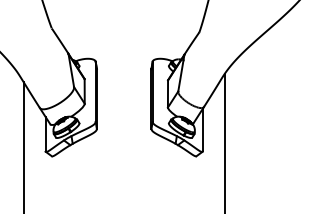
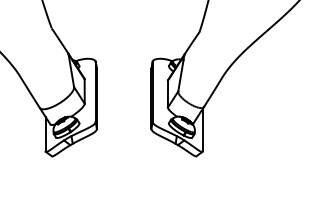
line at (224, 141): present -> none
line at (23, 145): present -> none
